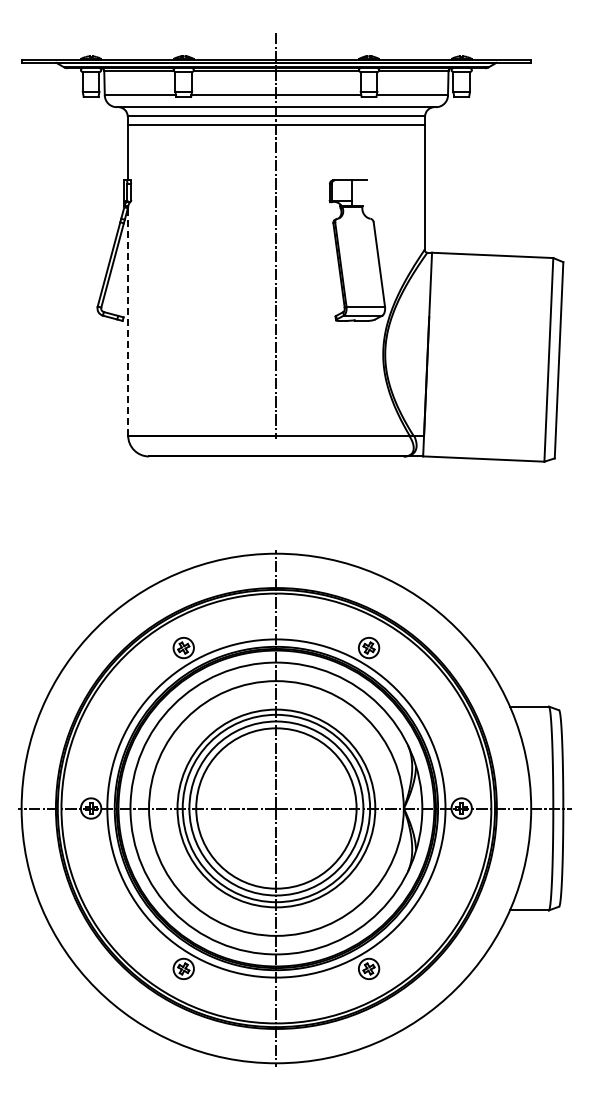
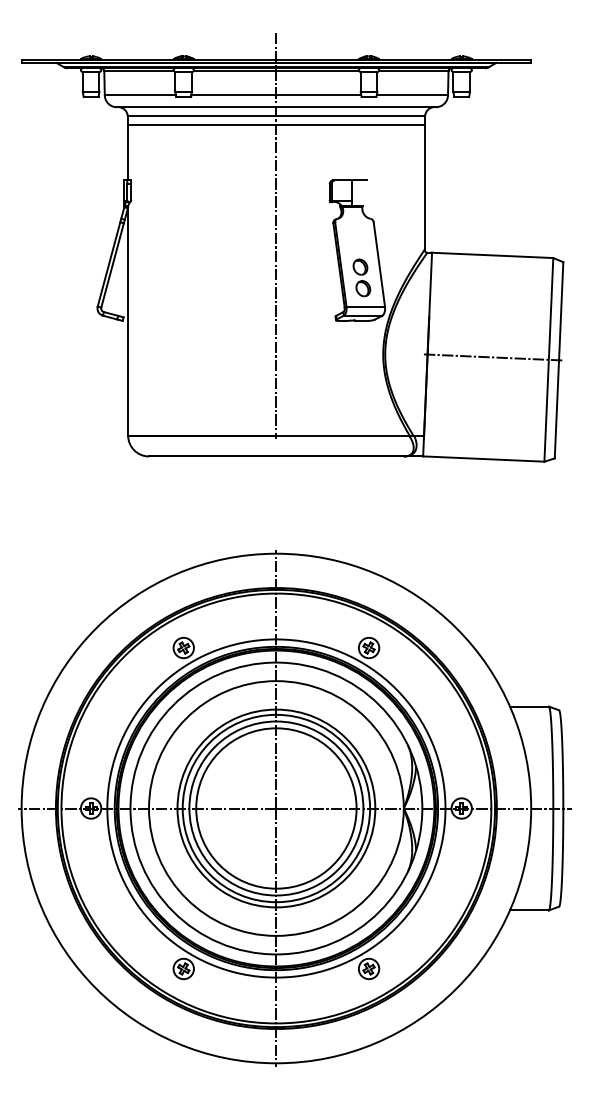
part at (361, 277): none -> present
line at (128, 320): dashed -> solid
line at (492, 357): none -> present
